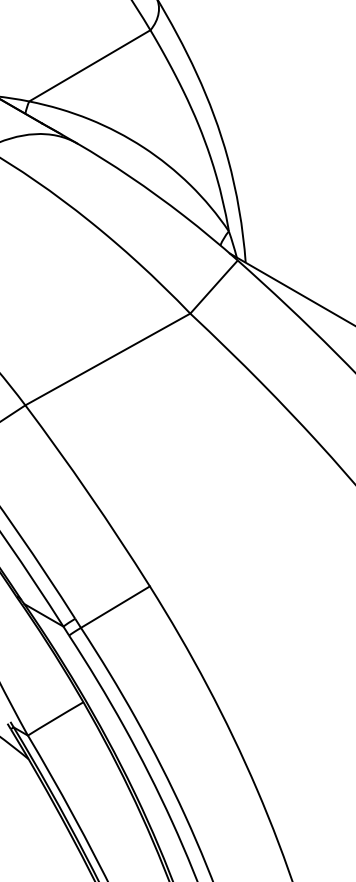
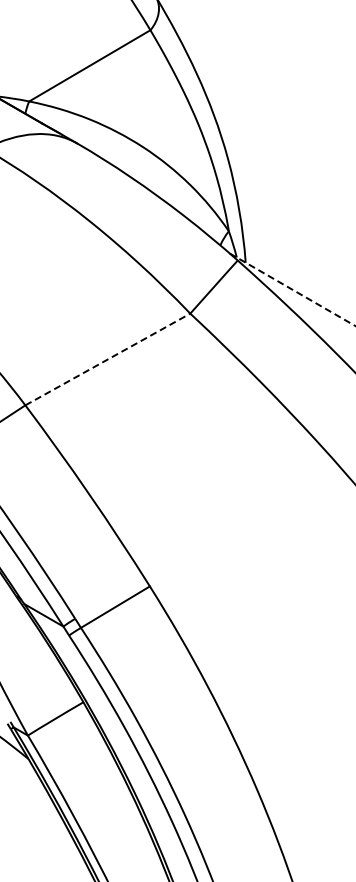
line at (293, 290): solid -> dashed
line at (108, 359): solid -> dashed
